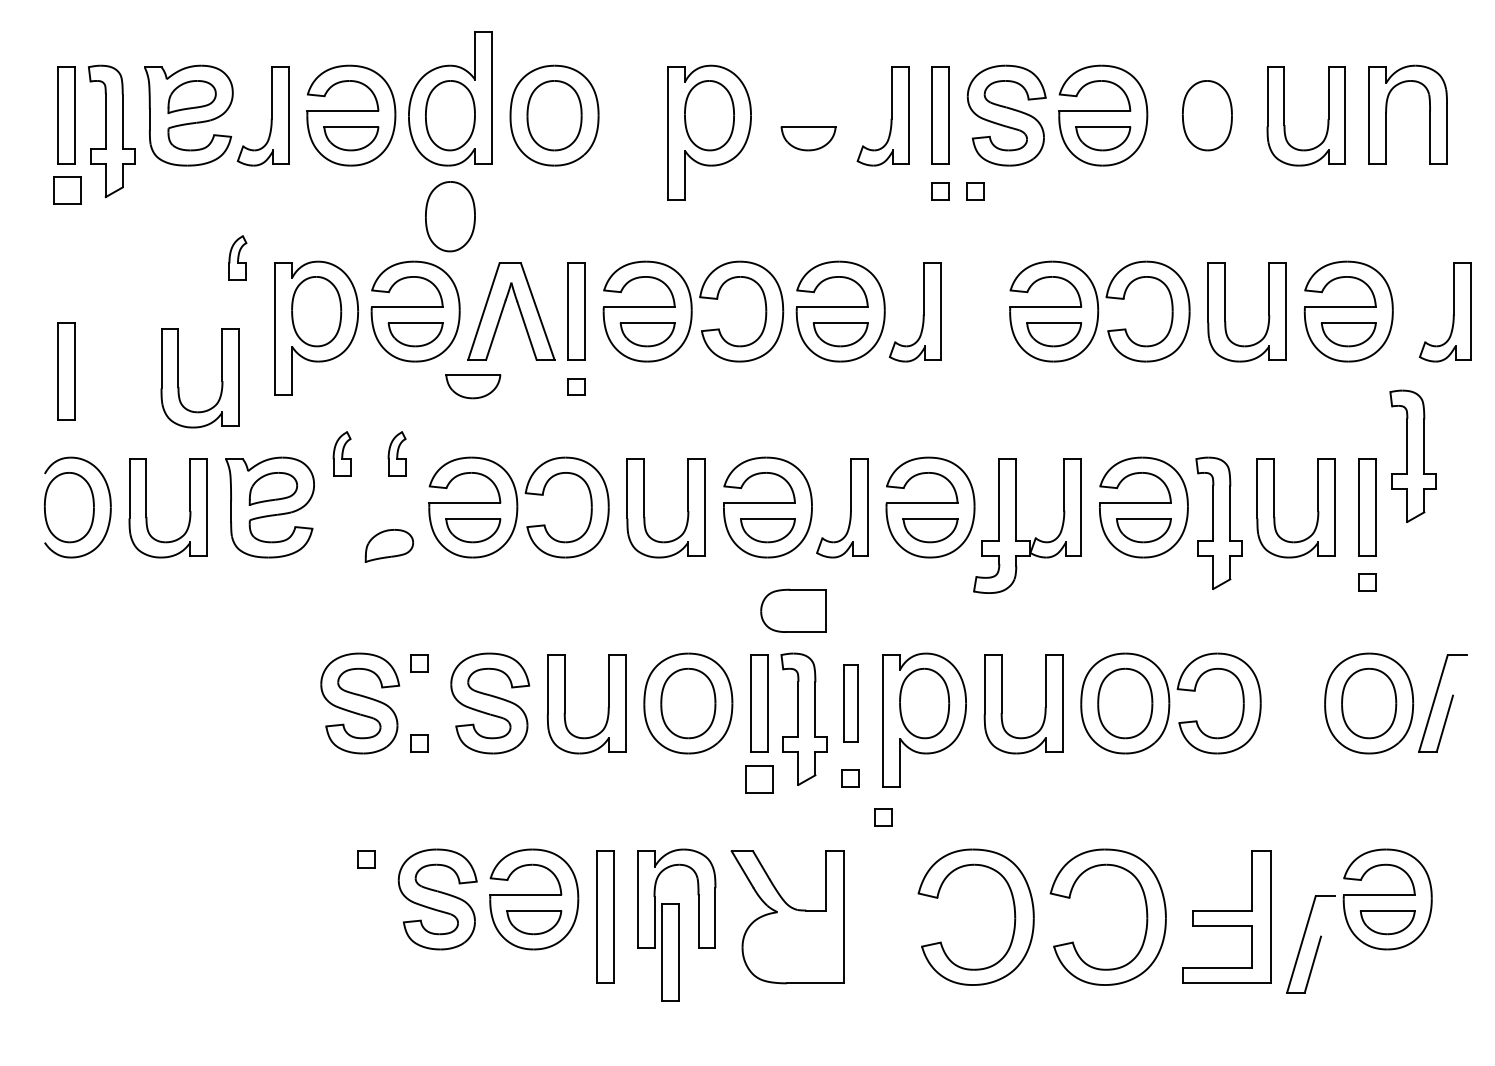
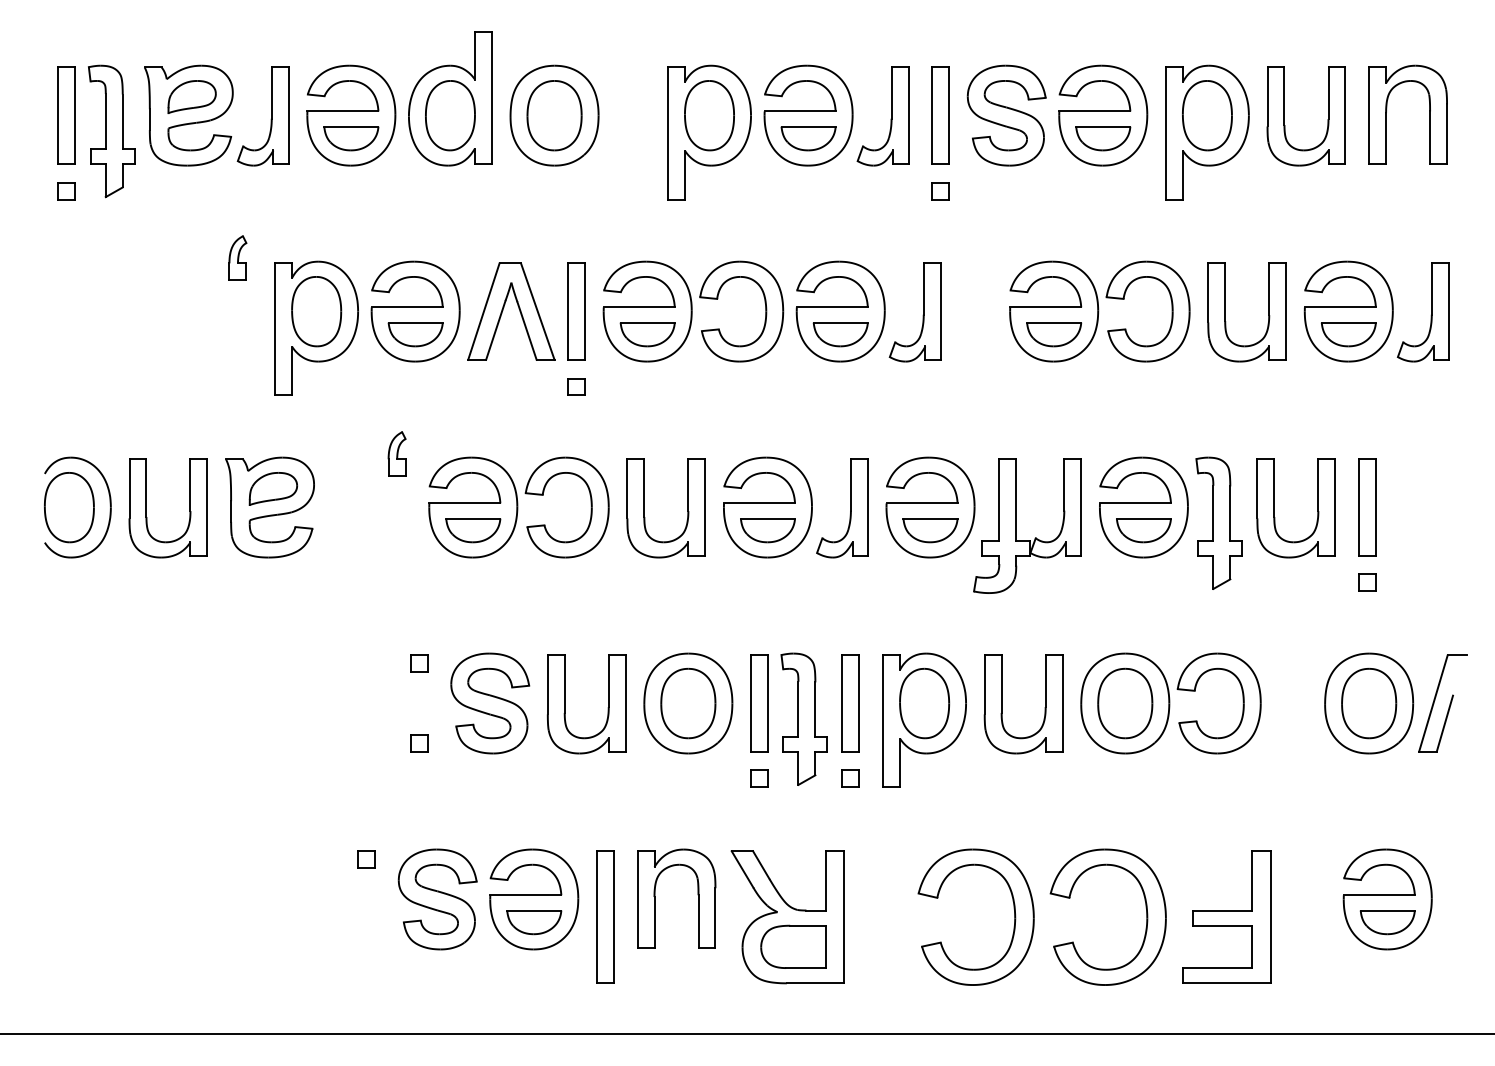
part at (808, 115): none -> present
part at (1207, 132): none -> present
part at (67, 190) size: 29x29 px -> 19x19 px
part at (975, 191): present -> none
part at (450, 216): present -> none
part at (1452, 315) position: (1452, 315) -> (1430, 315)
part at (66, 371): present -> none
part at (178, 378): present -> none
part at (473, 386): present -> none
part at (341, 453): present -> none
part at (1412, 455): present -> none
part at (388, 545): present -> none
part at (793, 610) position: (793, 610) -> (793, 946)
part at (360, 703): present -> none
part at (850, 703) size: 16x79 px -> 19x99 px
part at (759, 779) size: 29x29 px -> 19x19 px
part at (883, 817): present -> none
part at (1317, 944): present -> none
part at (670, 952): present -> none
line at (746, 1034): none -> present
